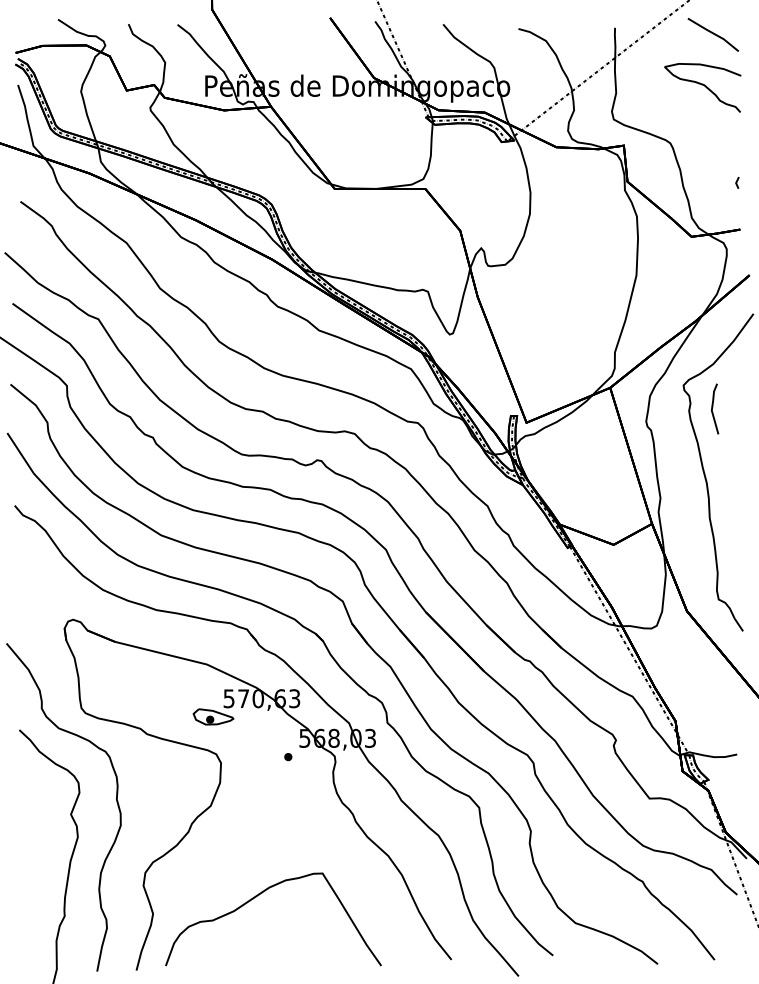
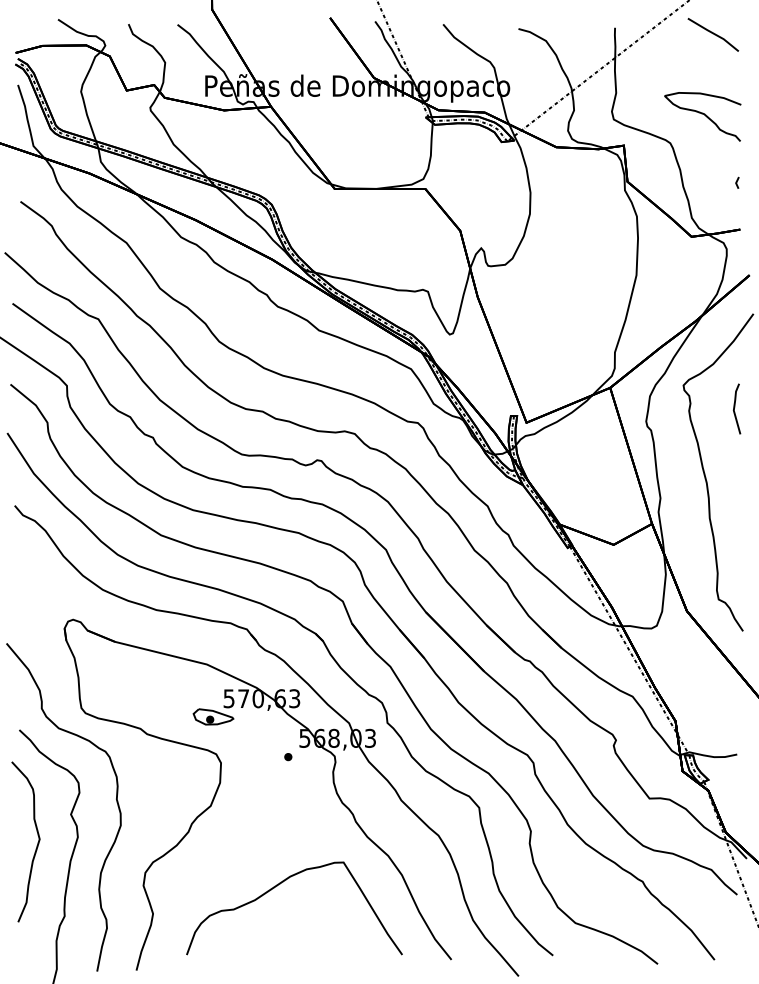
curve at (702, 85) position: (702, 85) -> (702, 114)
line at (713, 407) position: (713, 407) -> (735, 407)
curve at (36, 845): none -> present
curve at (259, 895) position: (259, 895) -> (280, 884)
